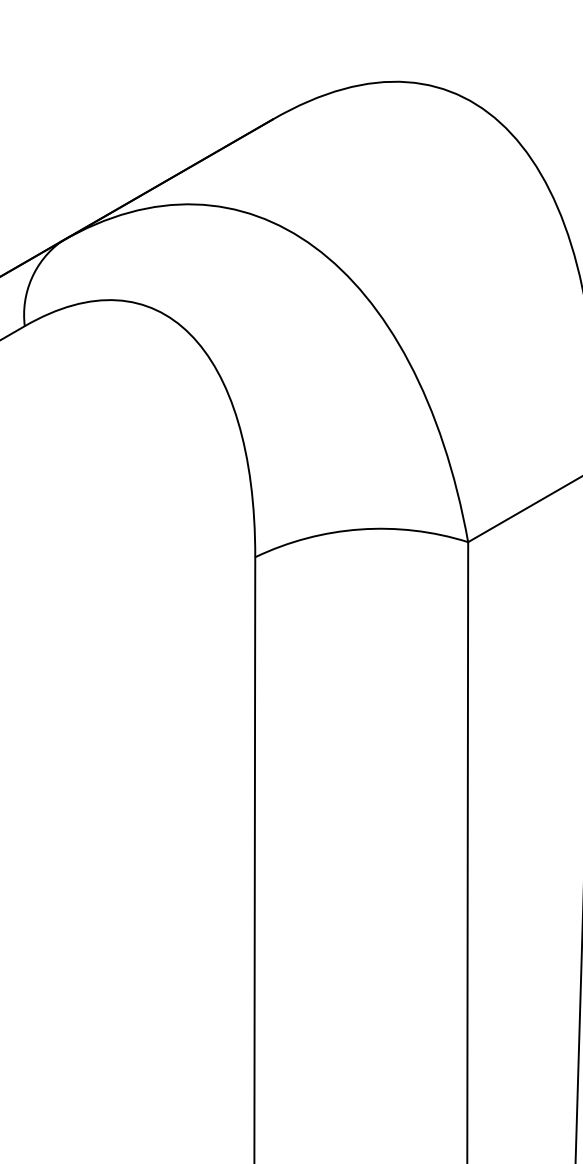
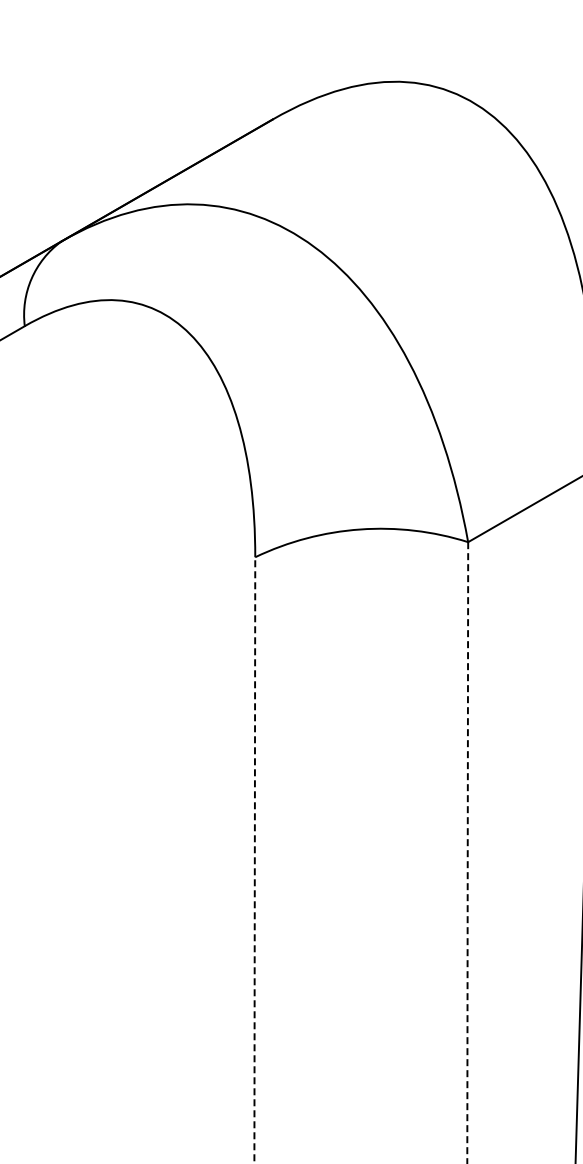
line at (467, 852): solid -> dashed
line at (254, 859): solid -> dashed
